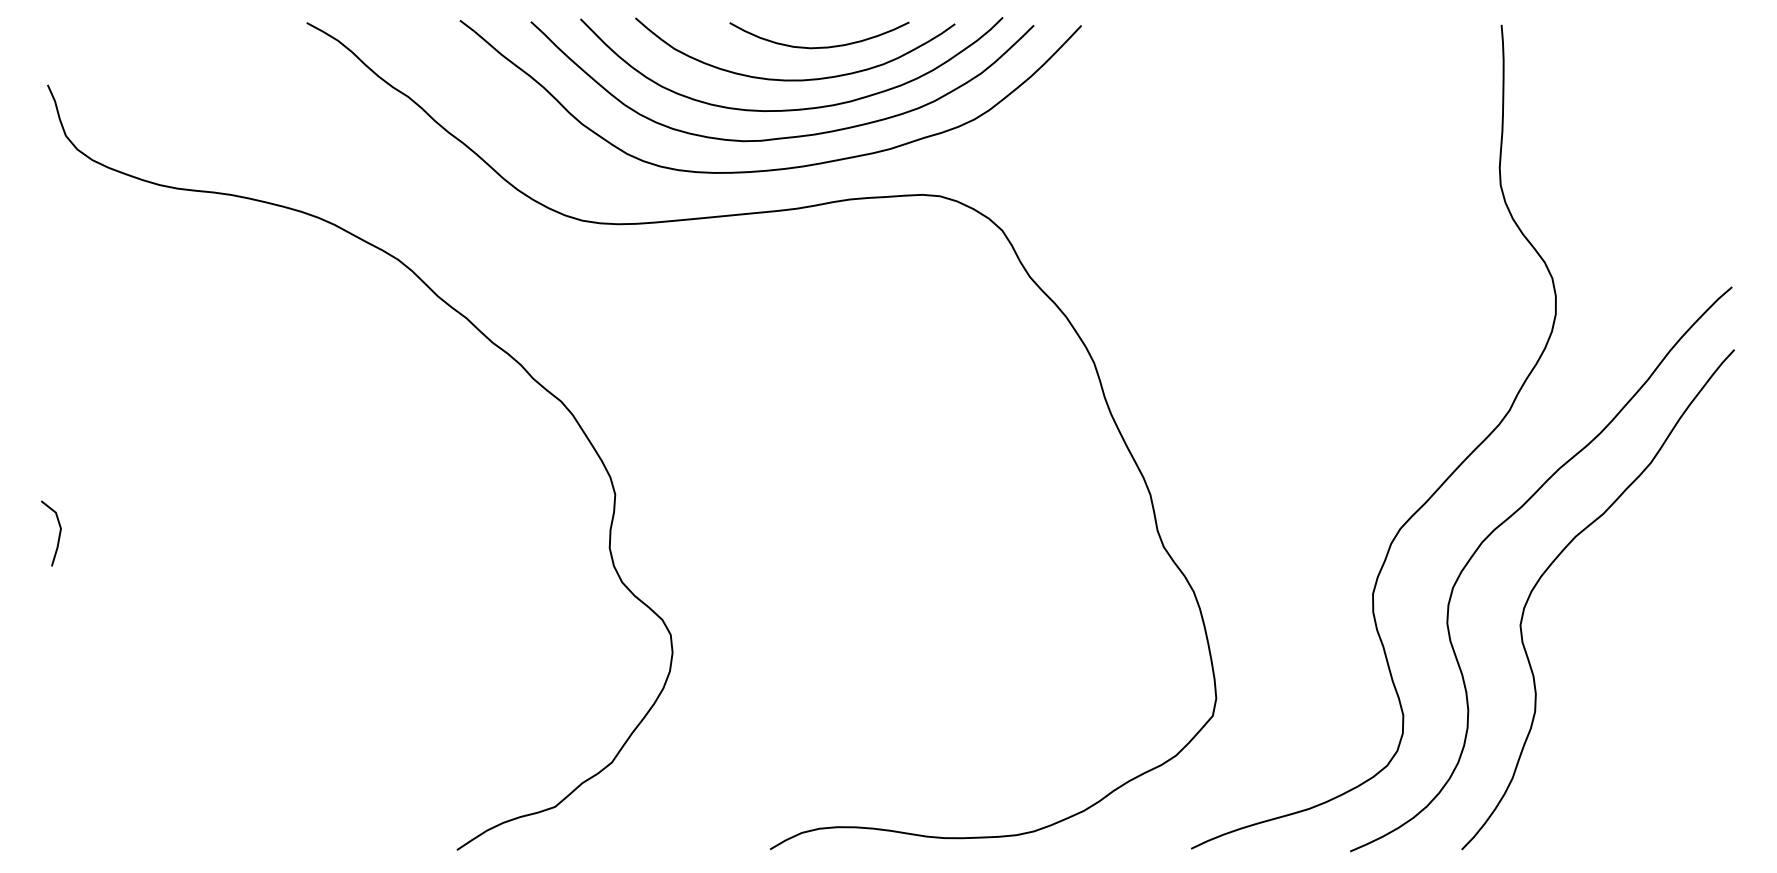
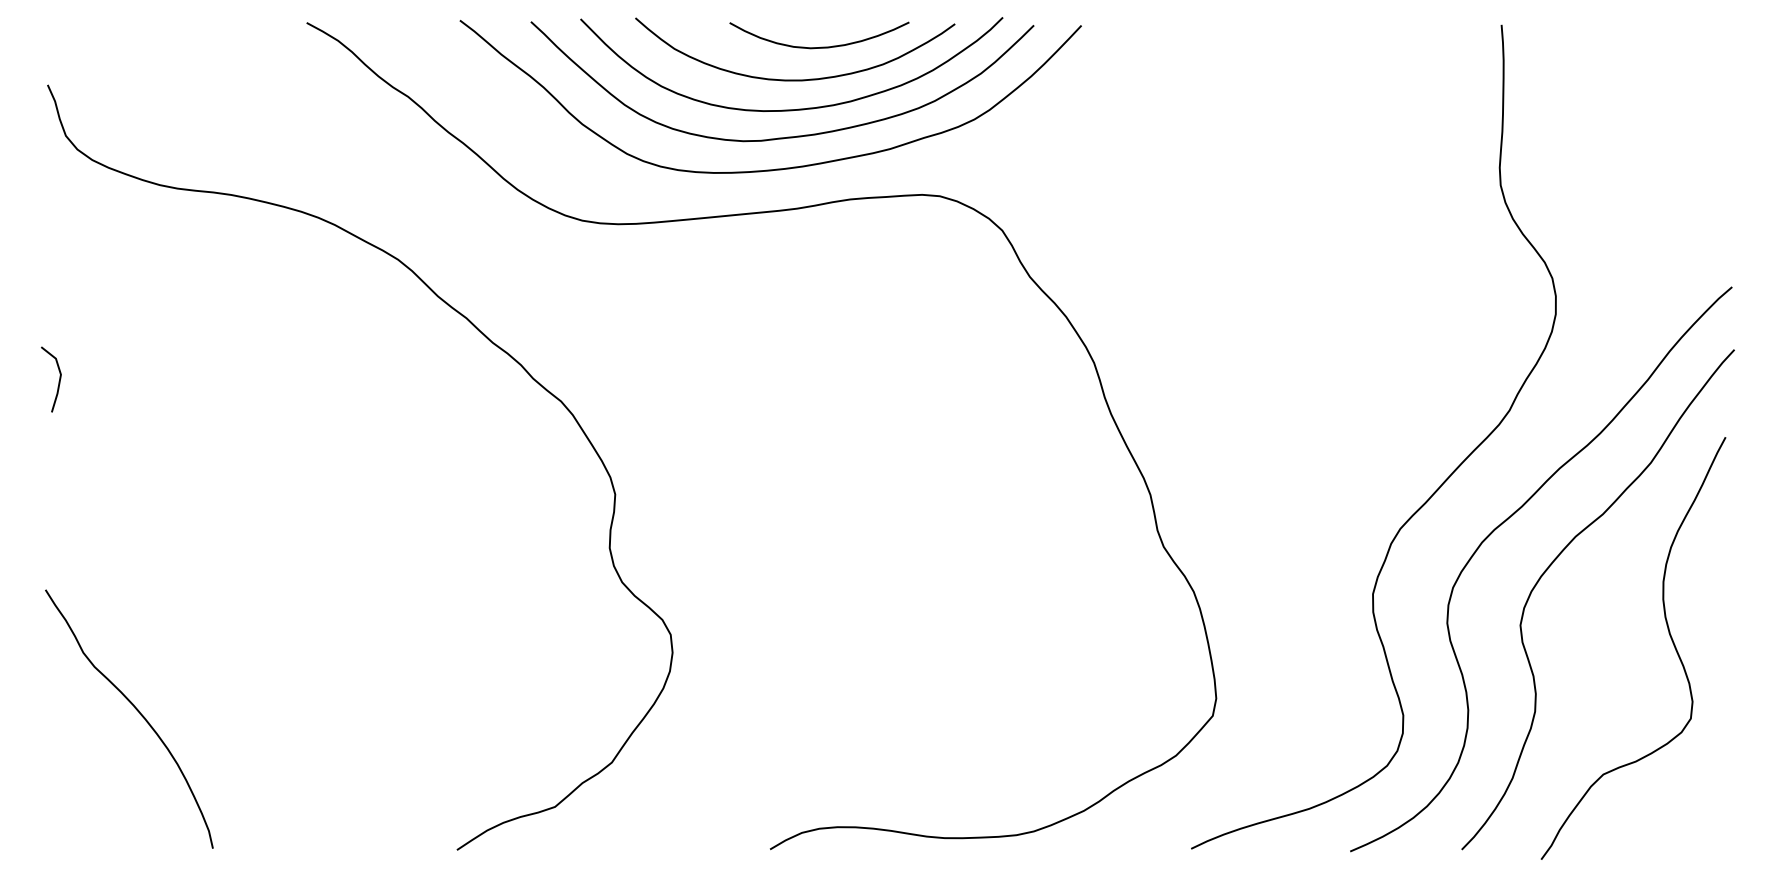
line at (58, 535) position: (58, 535) -> (58, 381)
curve at (1669, 636): none -> present
curve at (136, 710): none -> present
